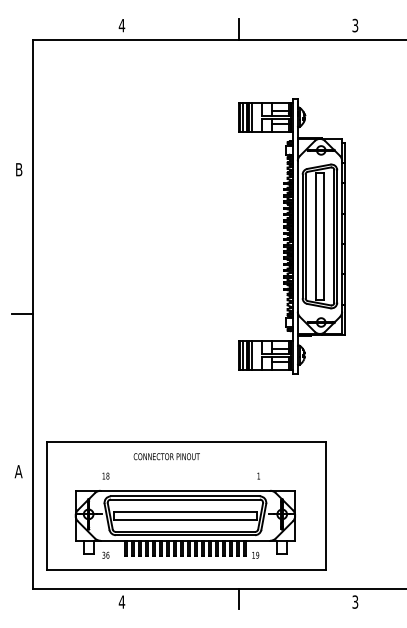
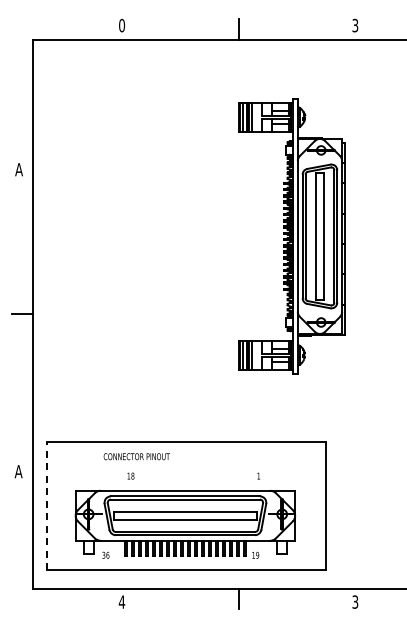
text at (121, 25): 4 -> 0
text at (18, 169): B -> A
text at (166, 456) position: (166, 456) -> (136, 456)
text at (105, 475) position: (105, 475) -> (130, 475)
line at (46, 505): solid -> dashed
